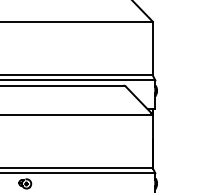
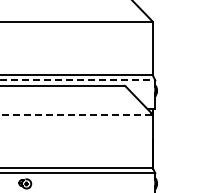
line at (78, 80): solid -> dashed
line at (76, 114): solid -> dashed
